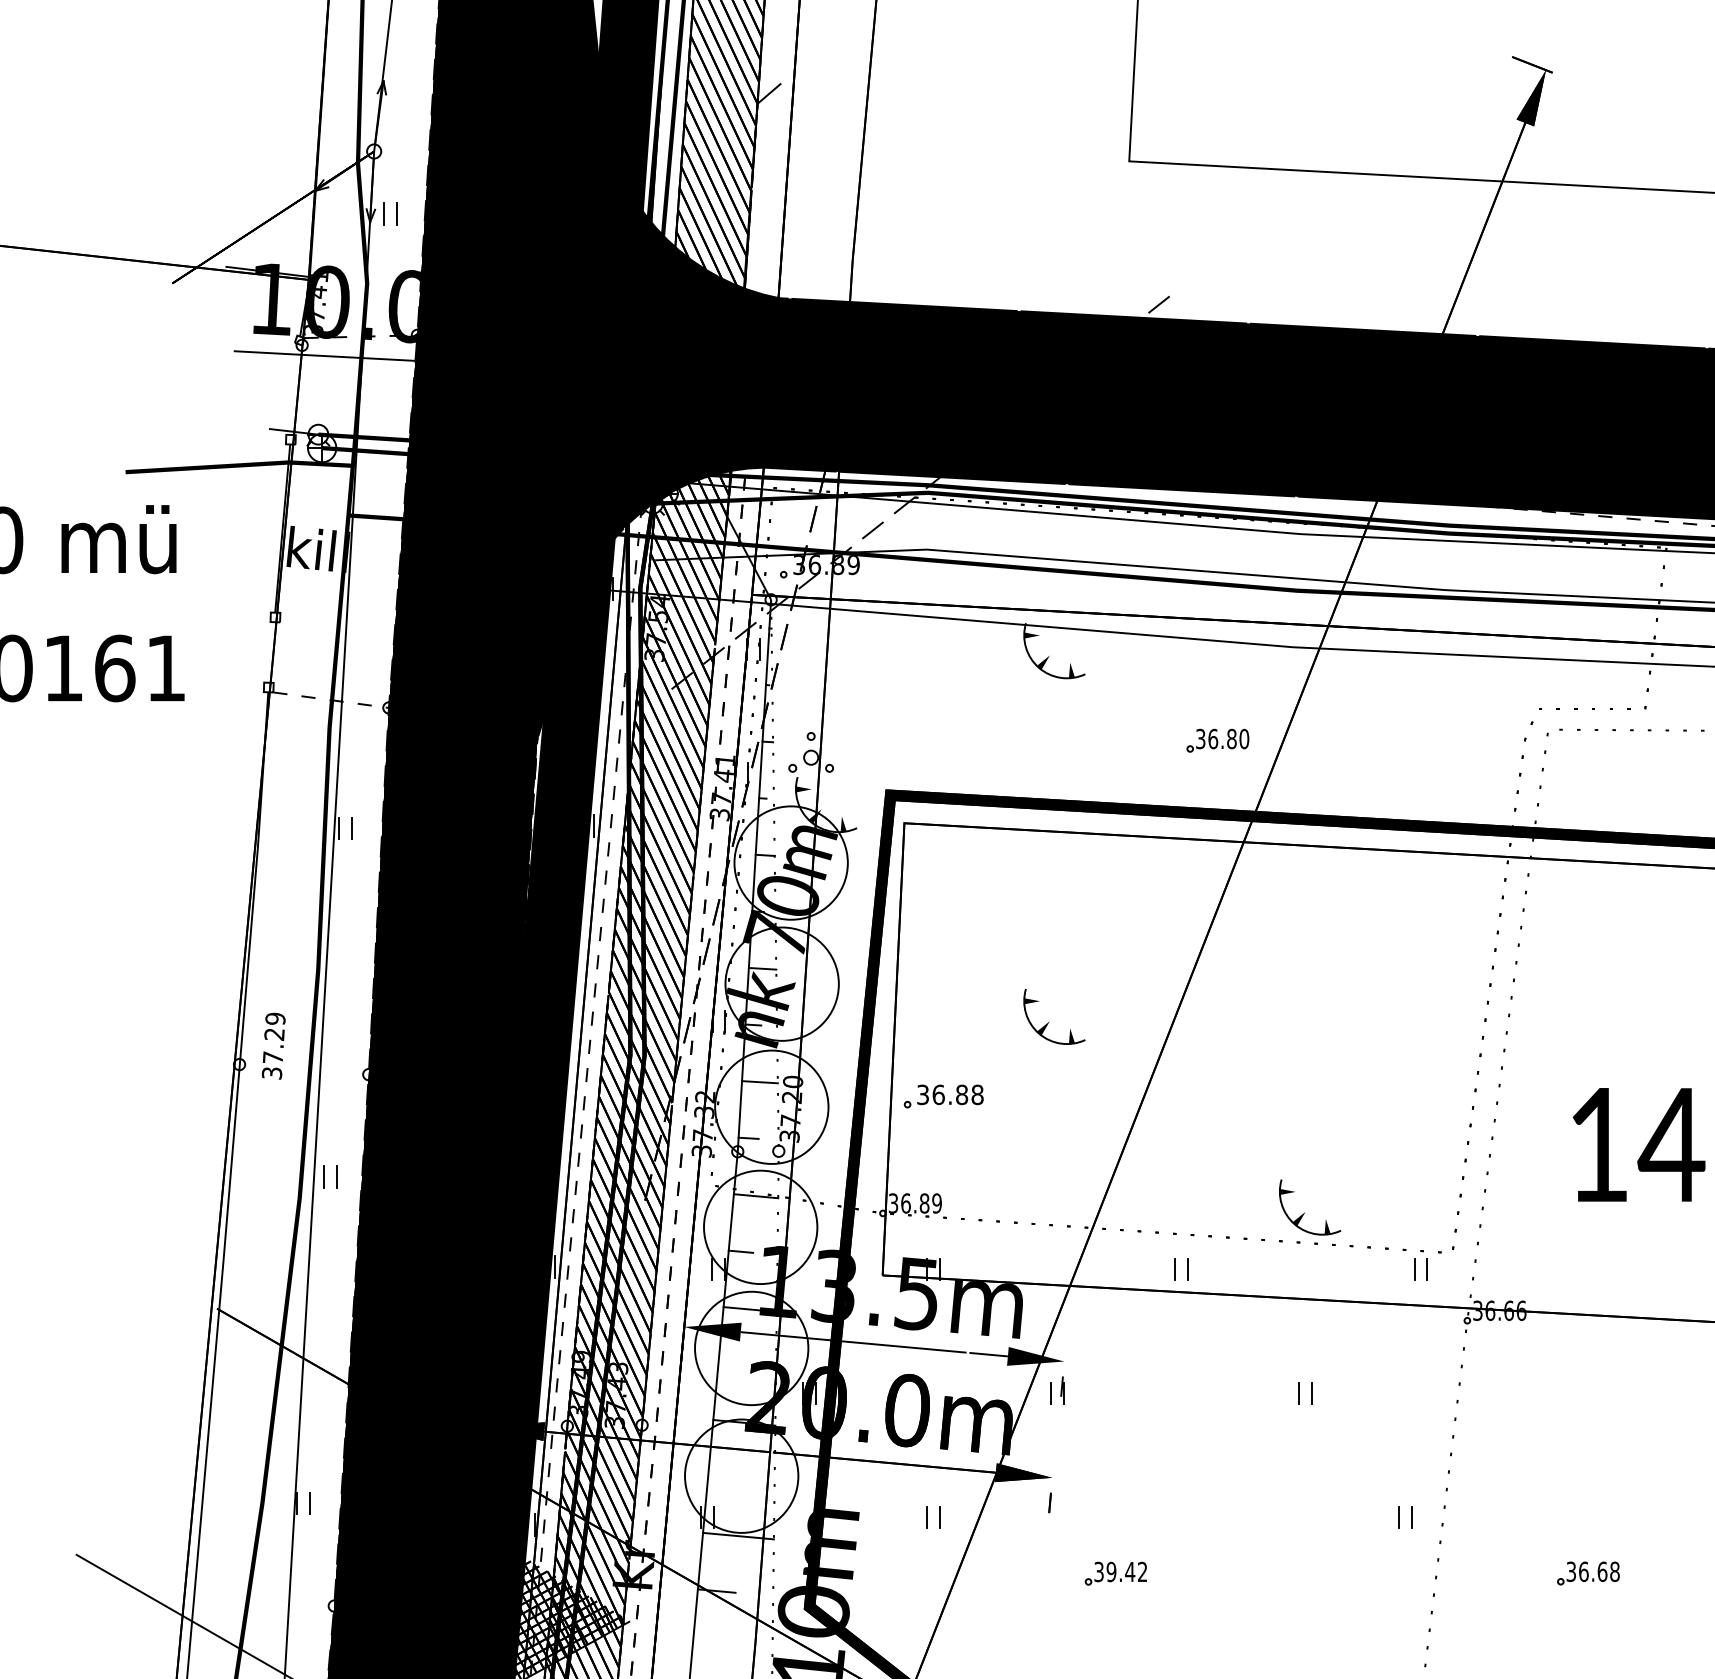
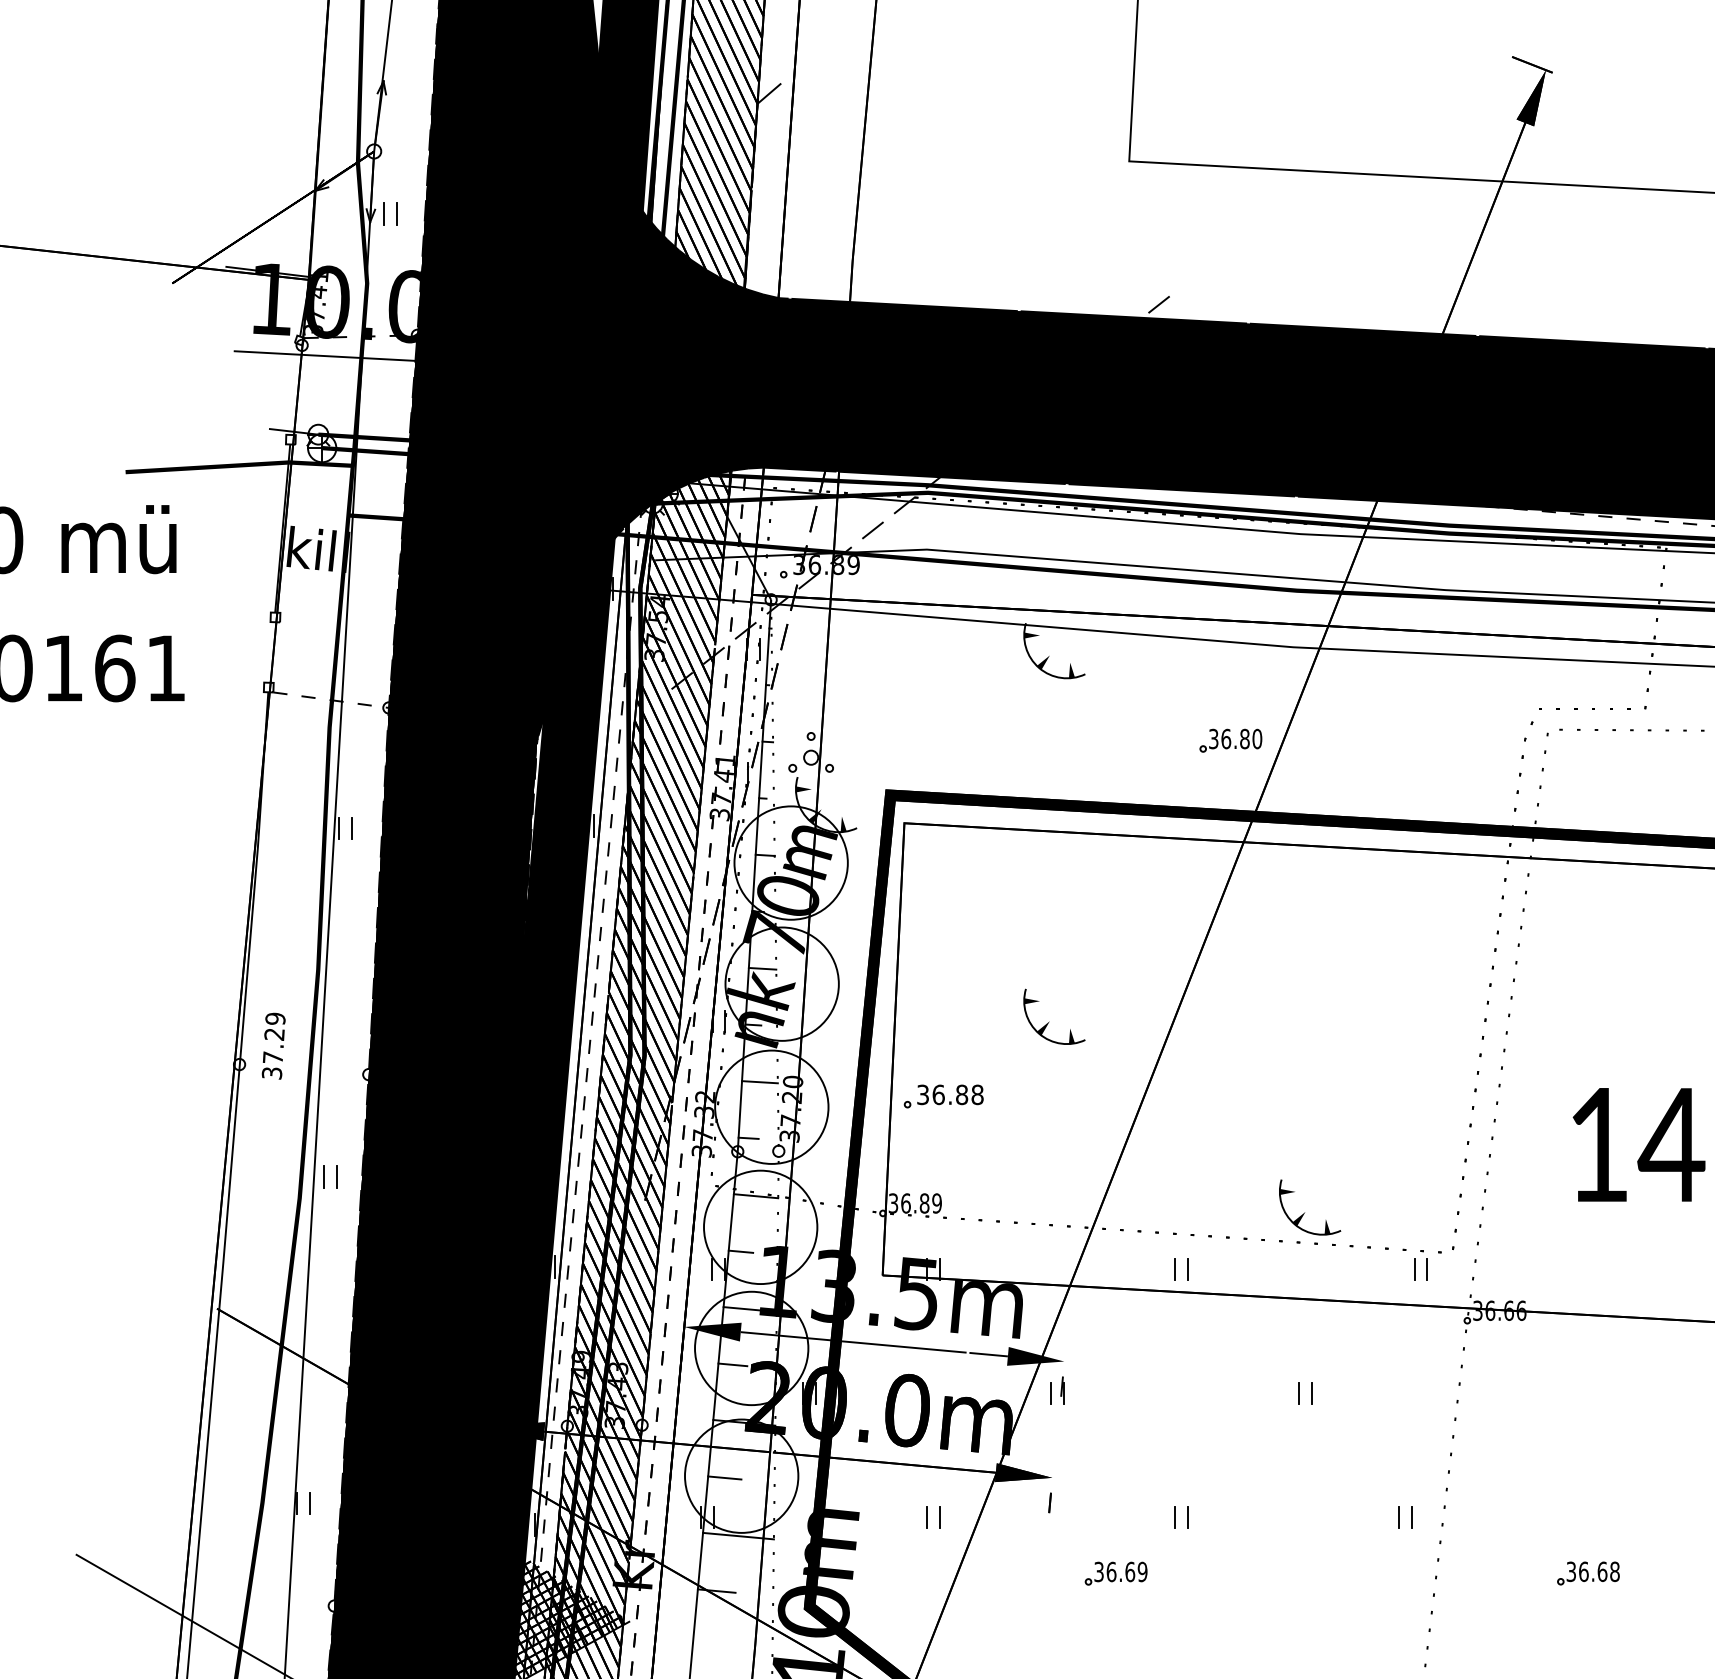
part at (1217, 740) position: (1217, 740) -> (1230, 740)
line at (732, 1364): none -> present
line at (724, 1477): none -> present
part at (1181, 1517): none -> present
text at (1126, 1571): 39.42 -> 36.69
